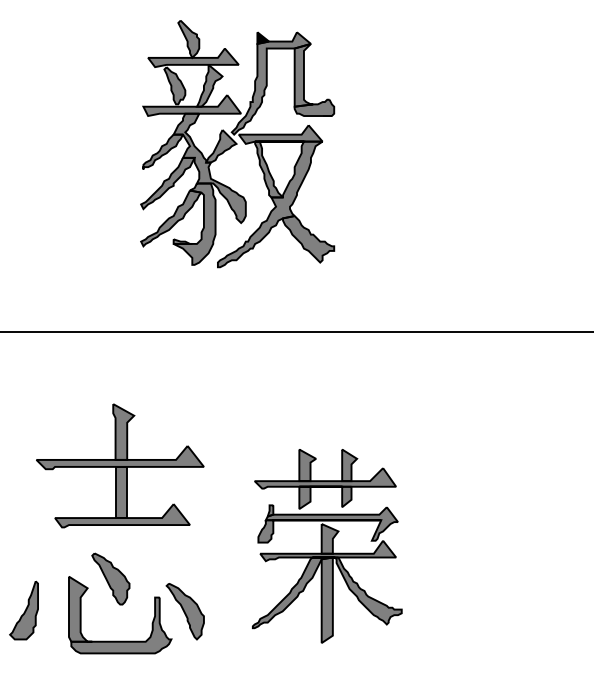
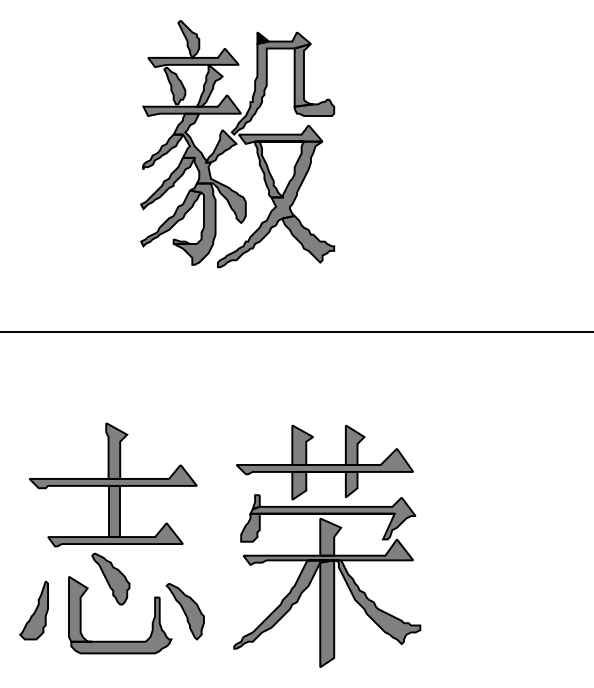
part at (120, 465) position: (120, 465) -> (113, 484)
part at (327, 546) size: 151x195 px -> 189x244 px
part at (23, 610) position: (23, 610) -> (33, 610)
